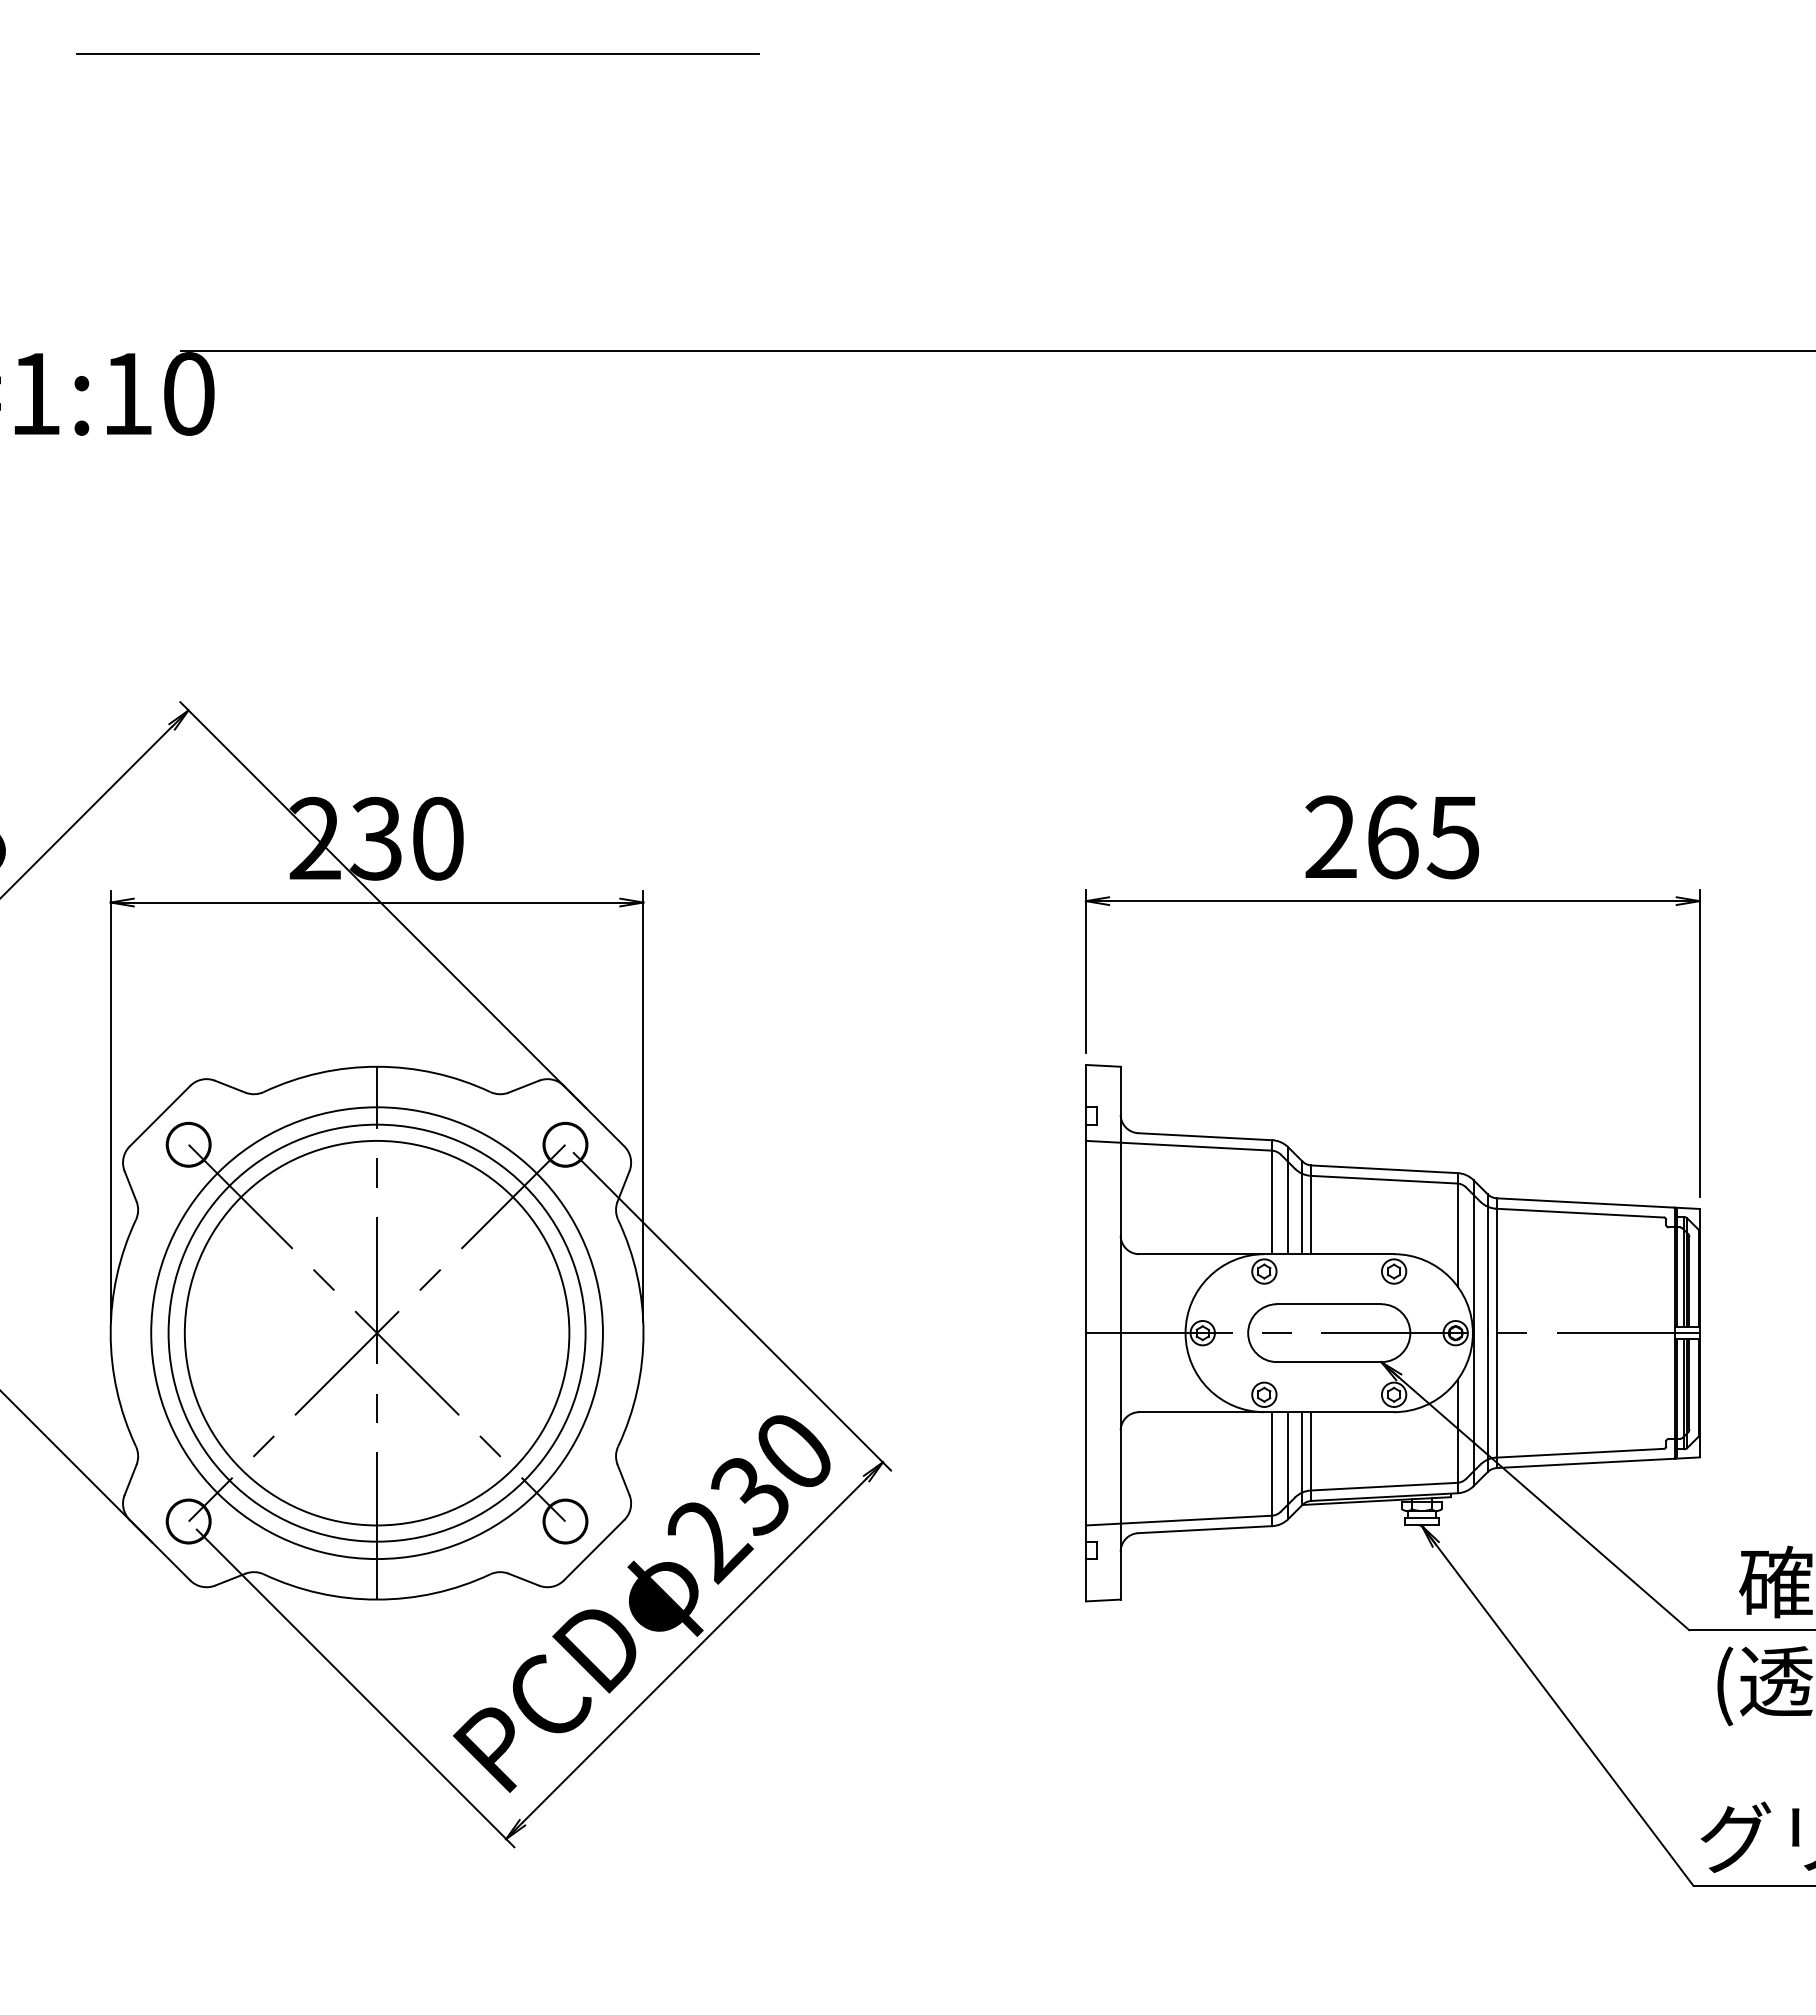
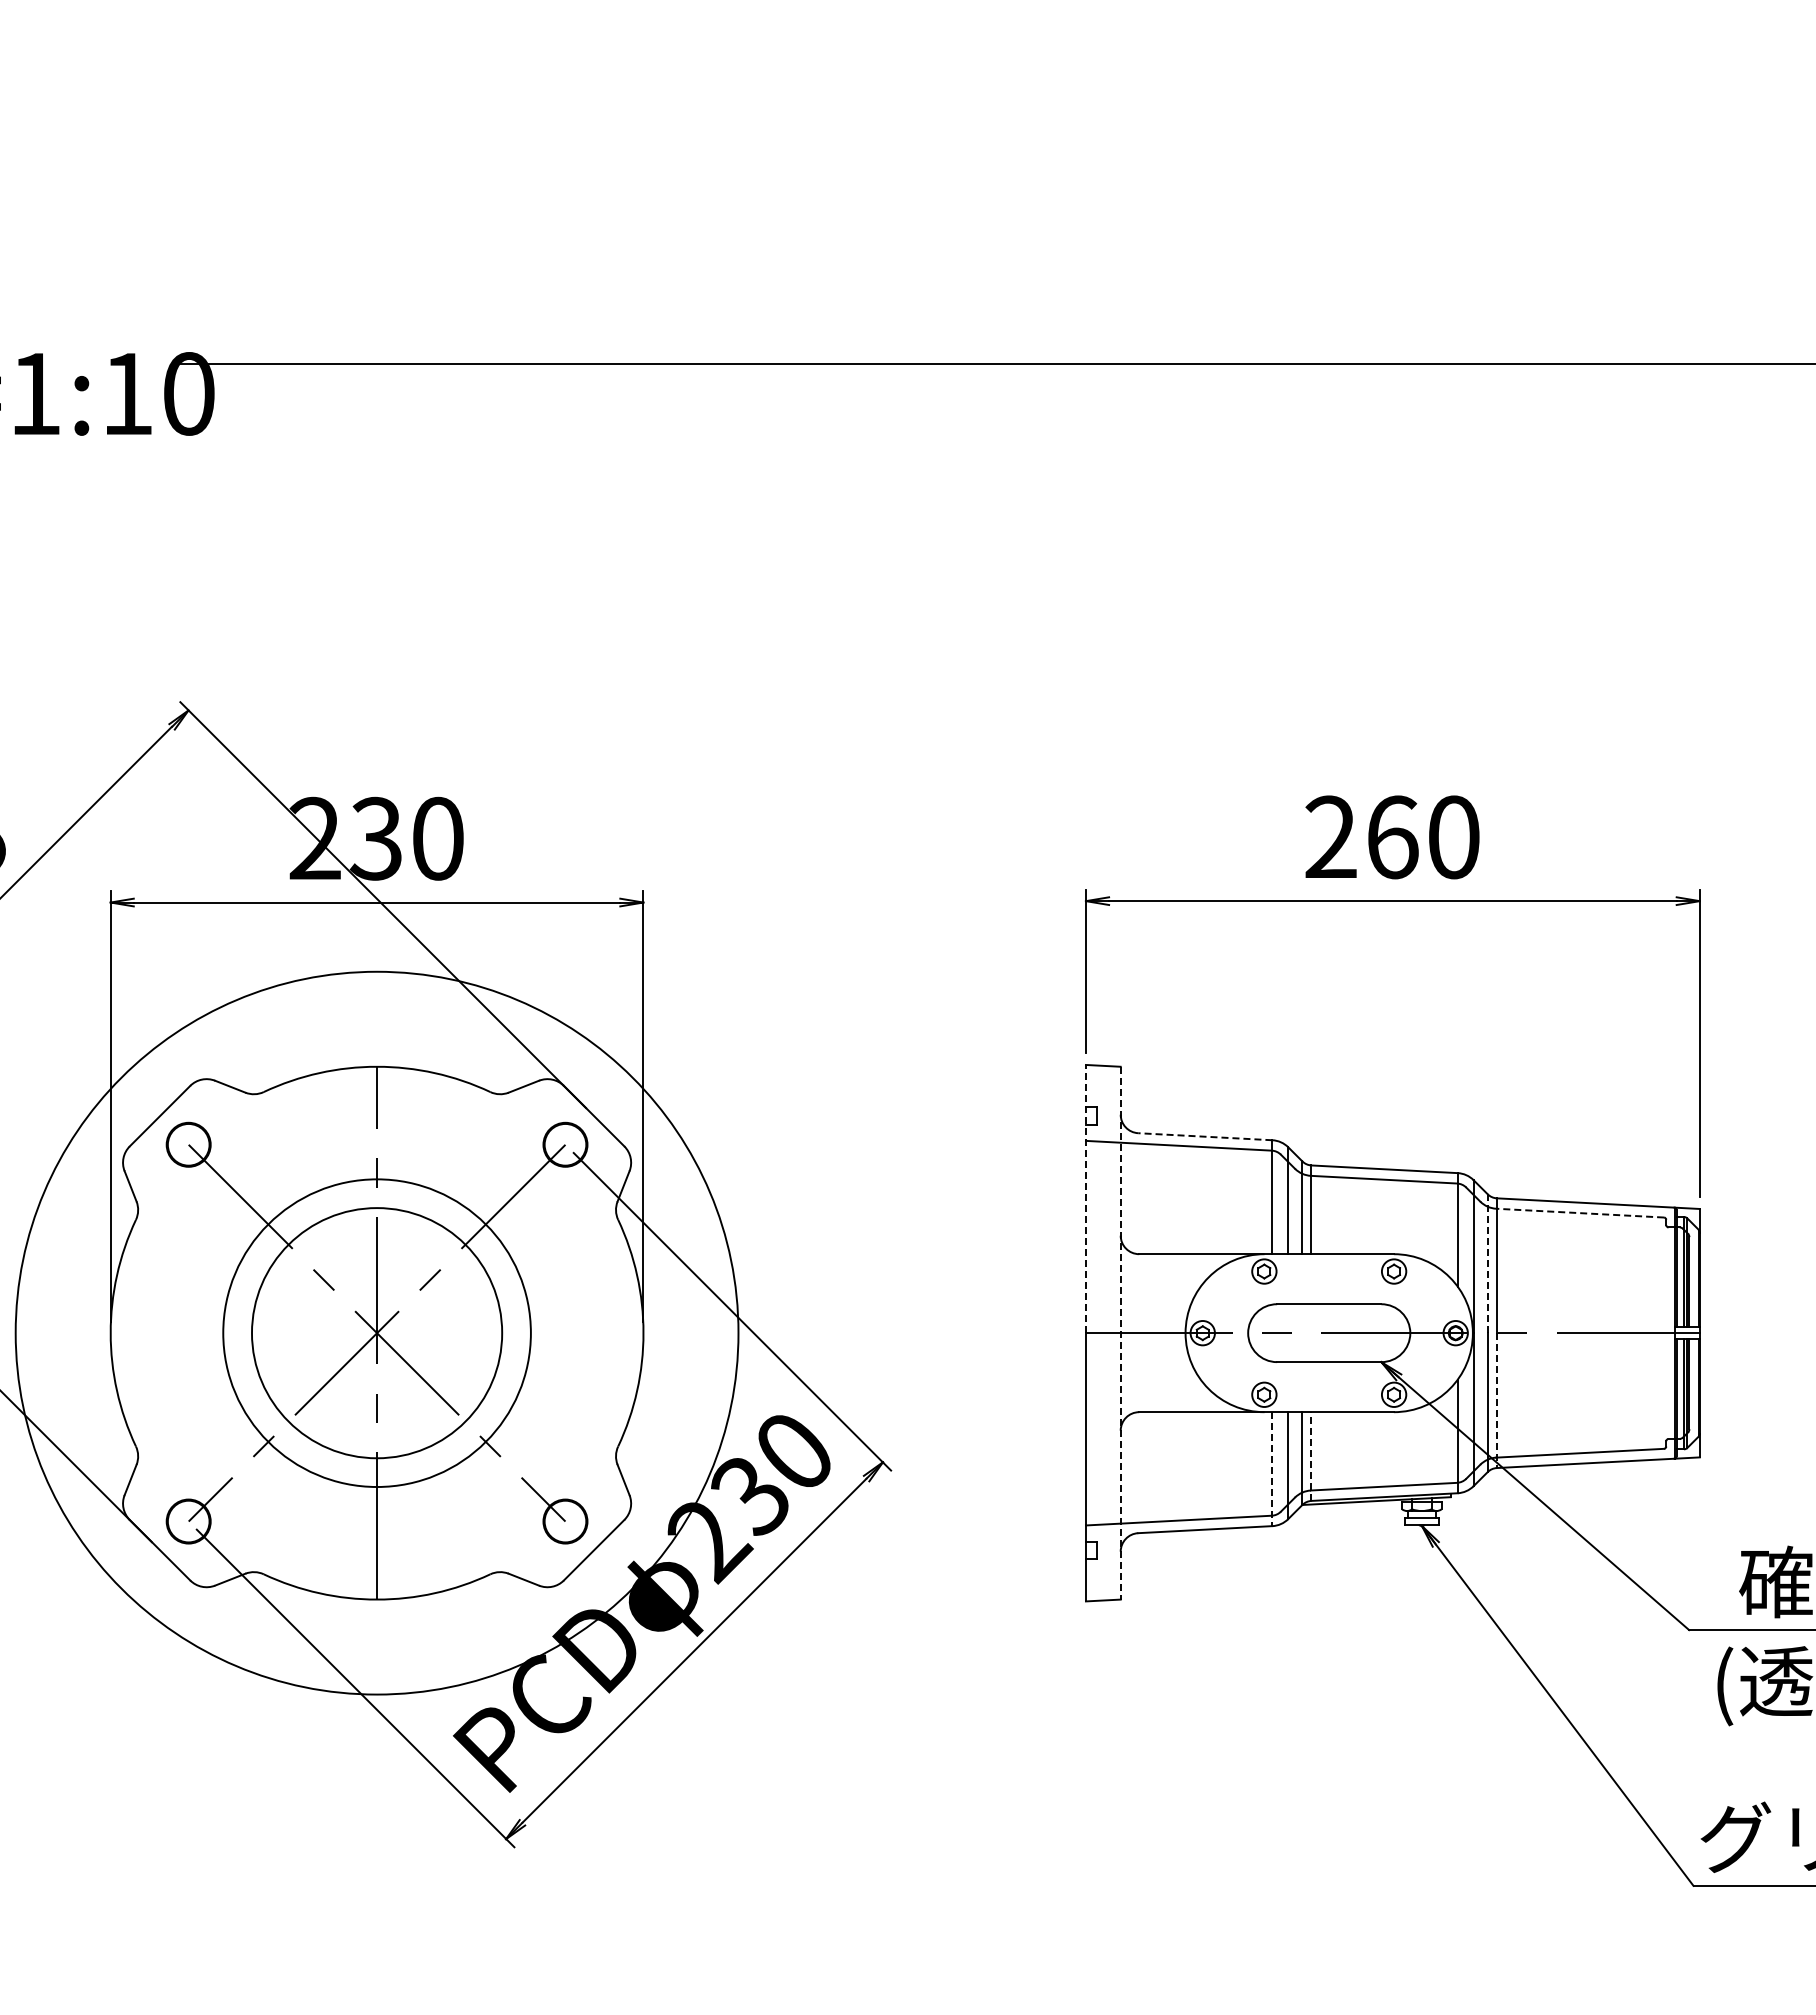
line at (417, 53): present -> none
line at (996, 350) position: (996, 350) -> (996, 363)
text at (1452, 837): 265 -> 260
line at (1204, 1136): solid -> dashed
line at (1085, 1198): solid -> dashed
line at (1579, 1213): solid -> dashed
line at (1487, 1263): solid -> dashed
circle at (376, 1332) diameter: 385 px -> 308 px
circle at (376, 1332) diameter: 417 px -> 250 px
circle at (376, 1333) diameter: 452 px -> 723 px
line at (1120, 1333): solid -> dashed
line at (1496, 1401): solid -> dashed
line at (1311, 1456): solid -> dashed
line at (1272, 1469): solid -> dashed
